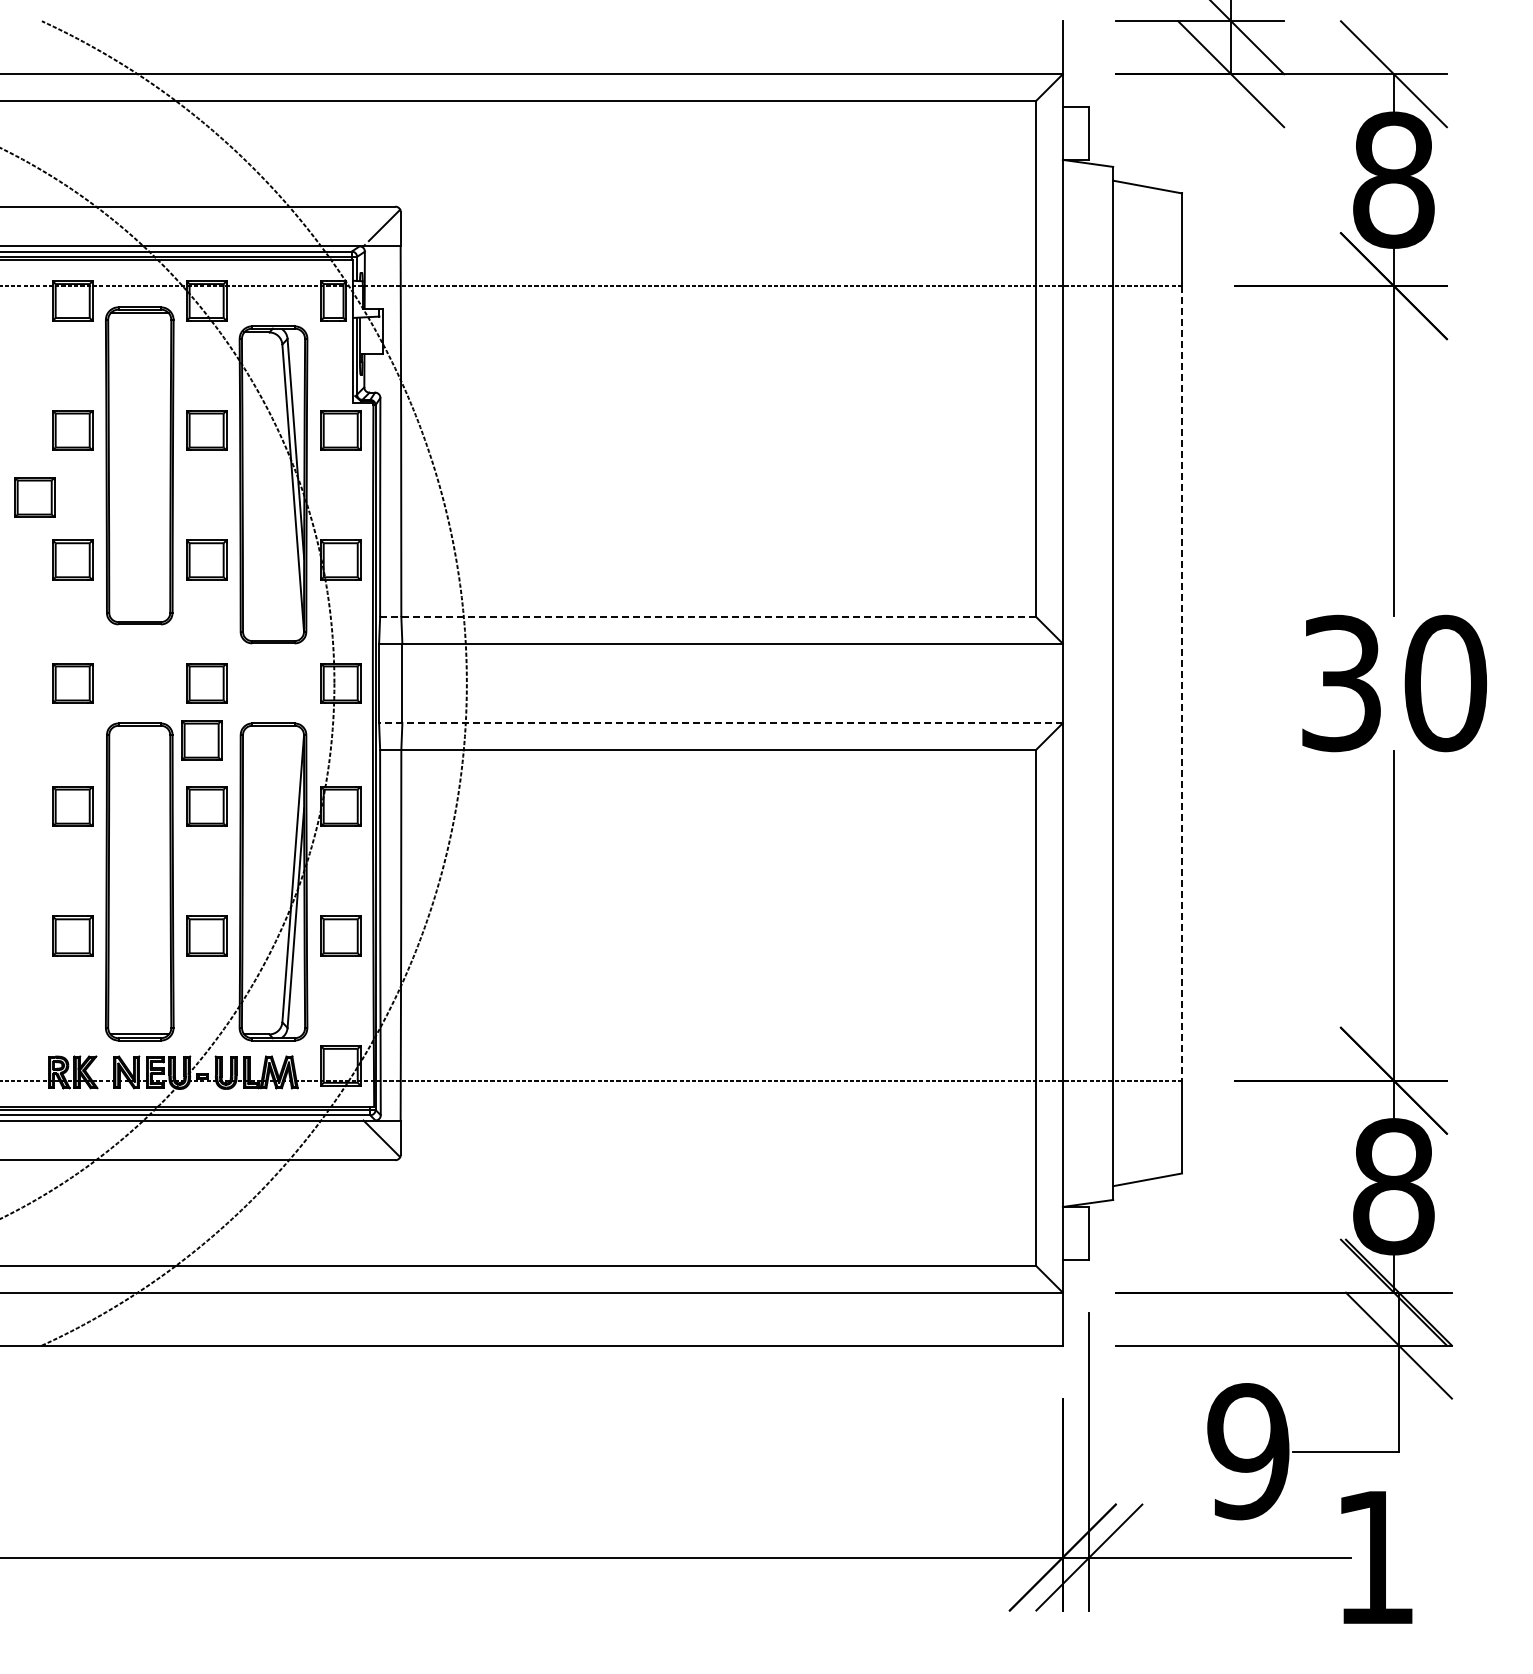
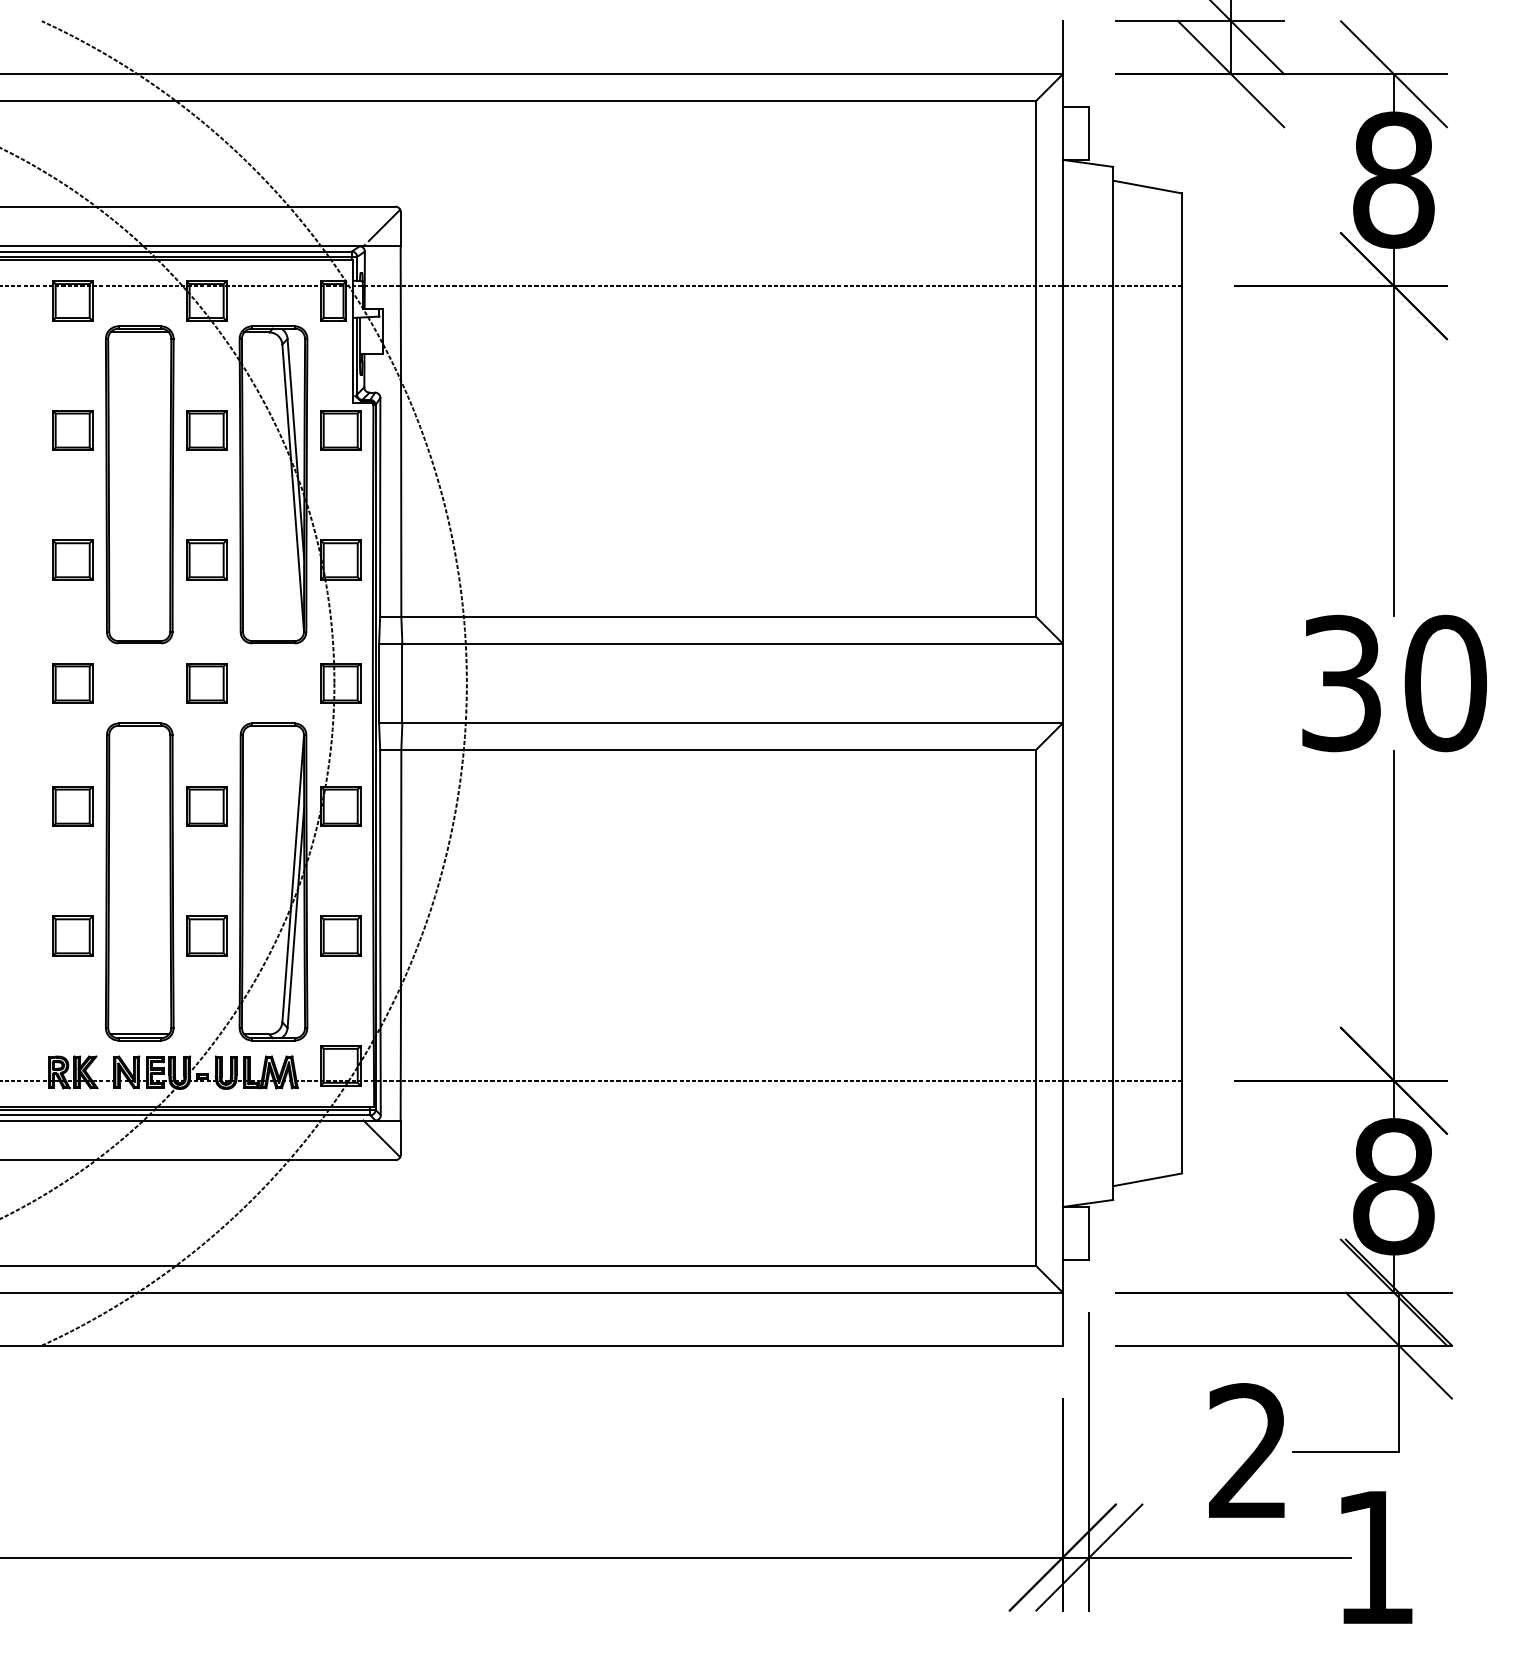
part at (139, 465) position: (139, 465) -> (139, 484)
part at (34, 497): present -> none
line at (707, 617): dashed -> solid
line at (1182, 683): dashed -> solid
line at (720, 723): dashed -> solid
part at (201, 740): present -> none
text at (1248, 1451): 9 -> 2
